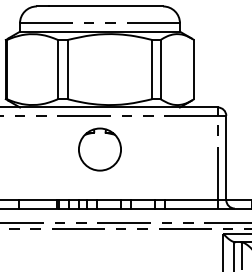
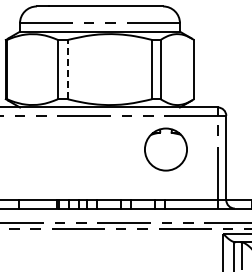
line at (67, 69): solid -> dashed
part at (99, 149) position: (99, 149) -> (165, 149)
